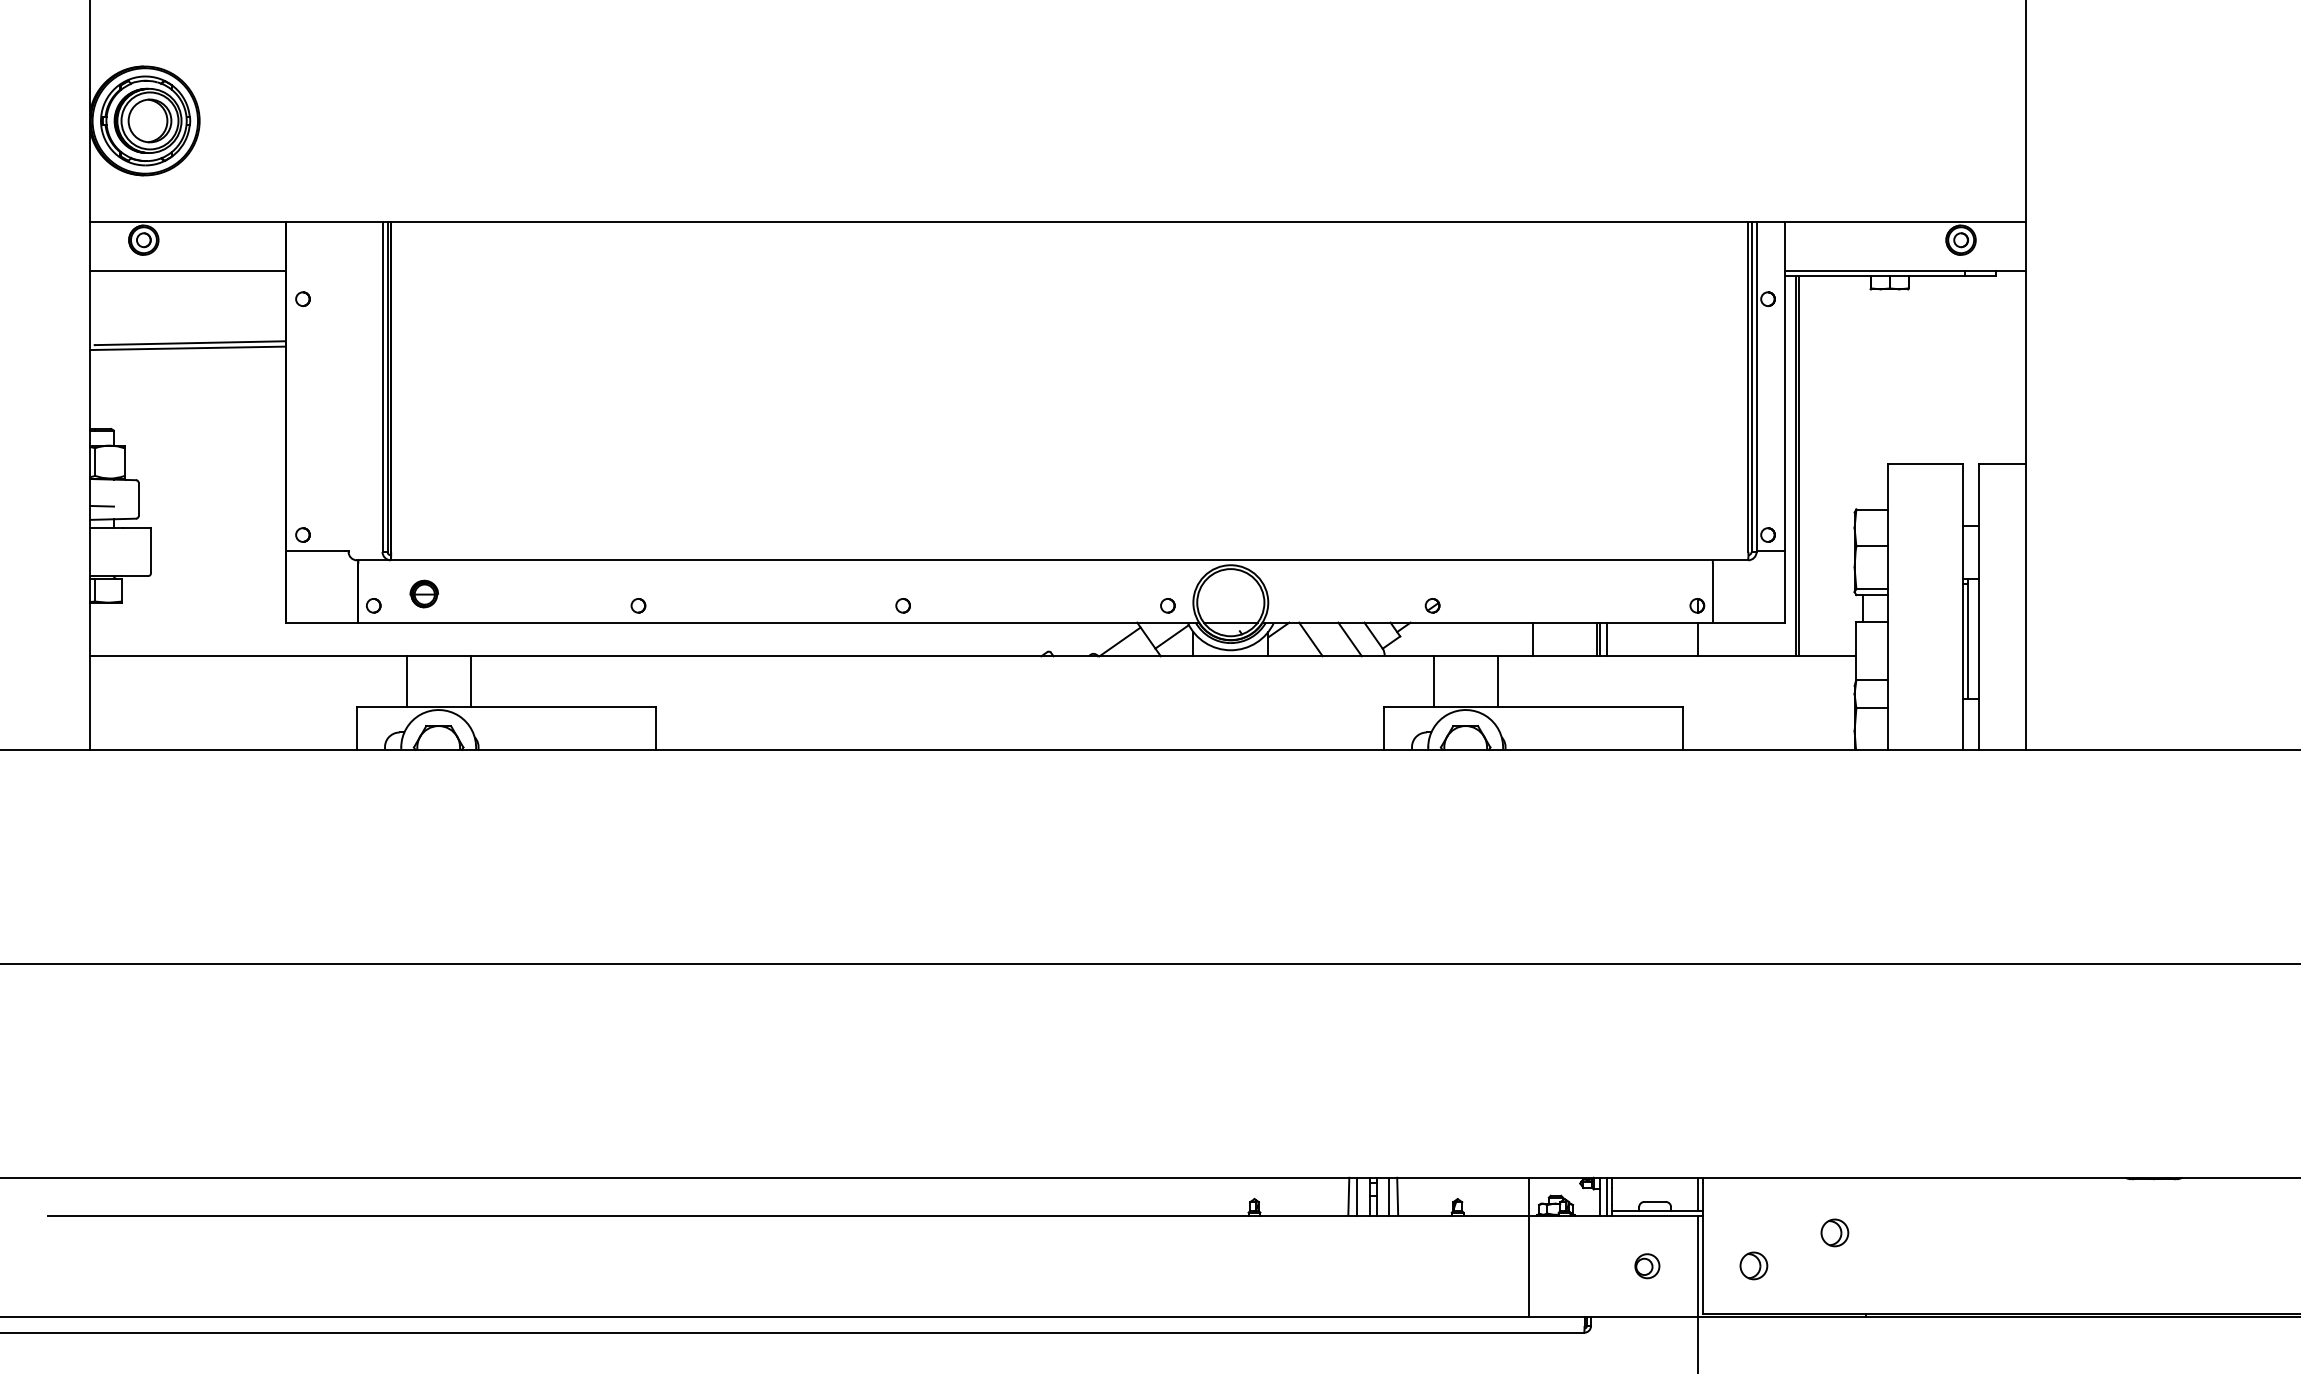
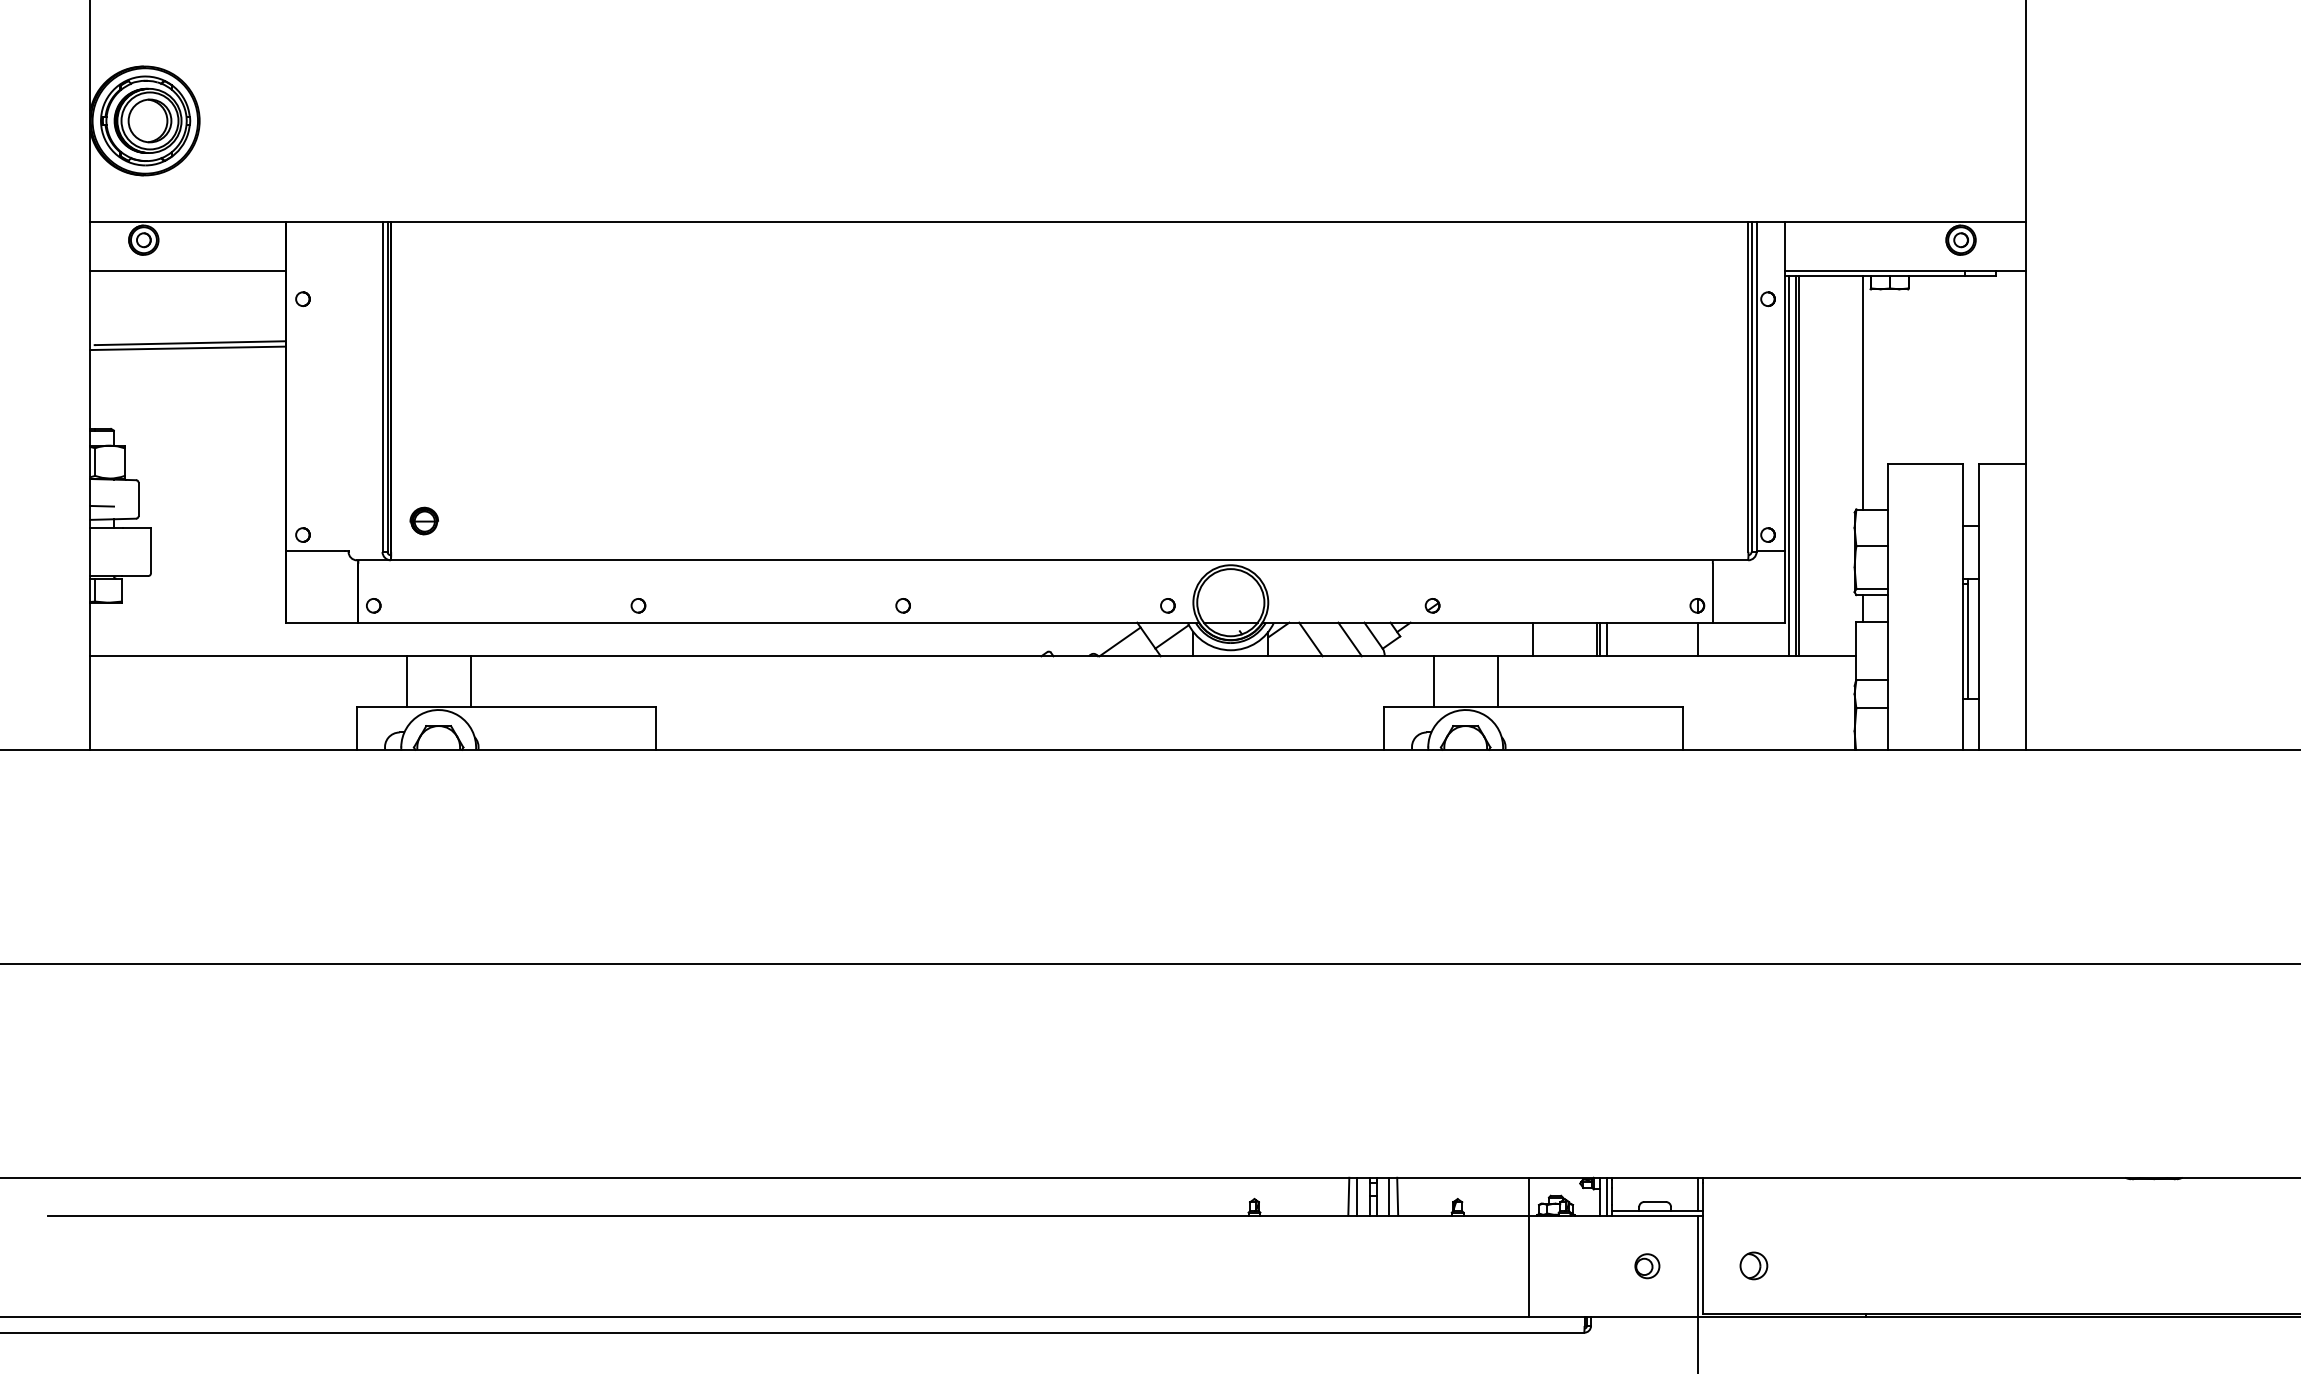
line at (1863, 392): none -> present
line at (1788, 465): none -> present
part at (423, 593) position: (423, 593) -> (423, 520)
part at (1834, 1232): present -> none
